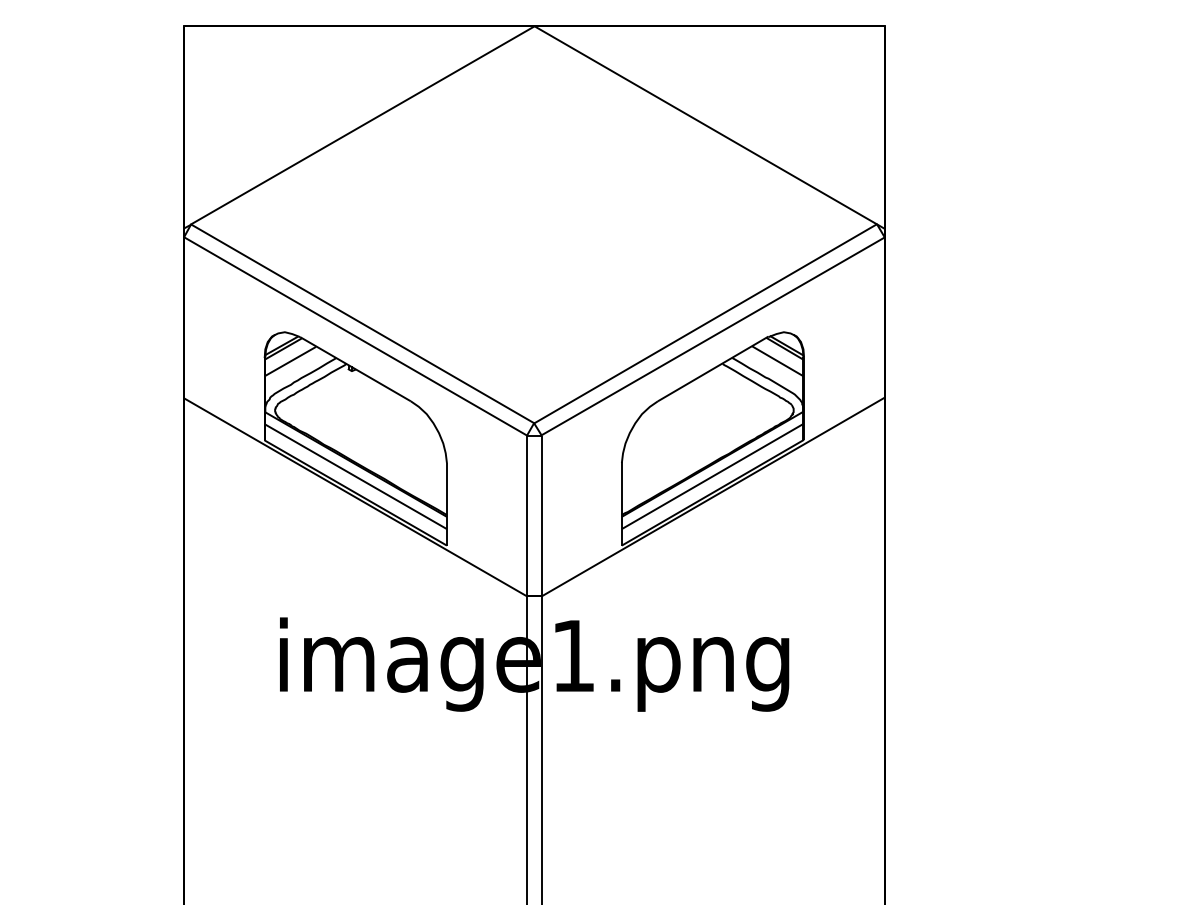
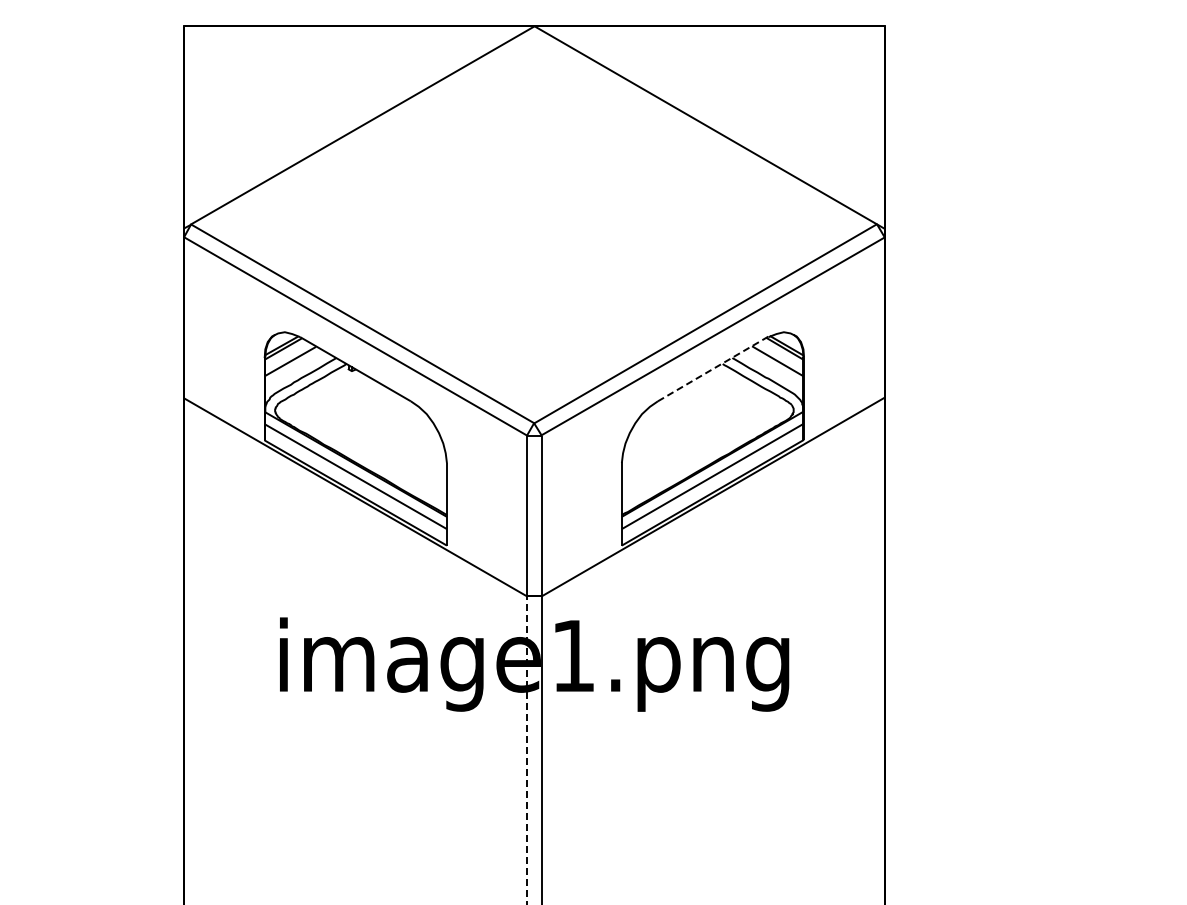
line at (713, 368): solid -> dashed
line at (527, 749): solid -> dashed
